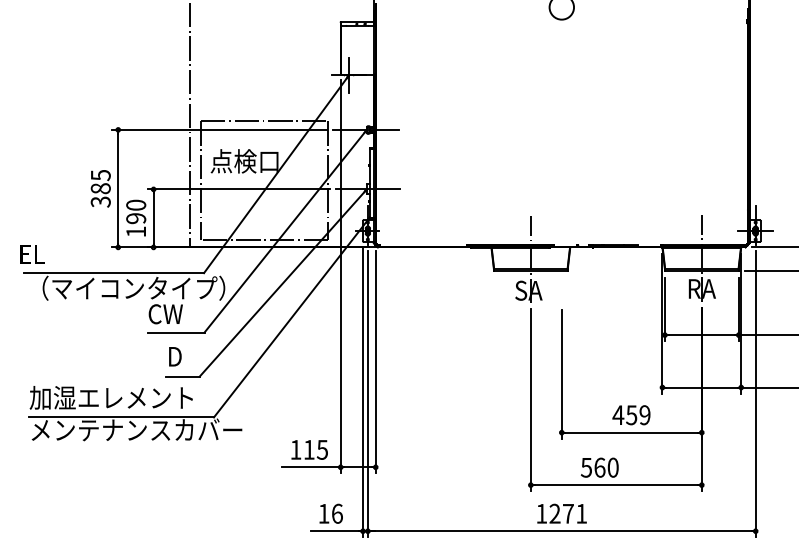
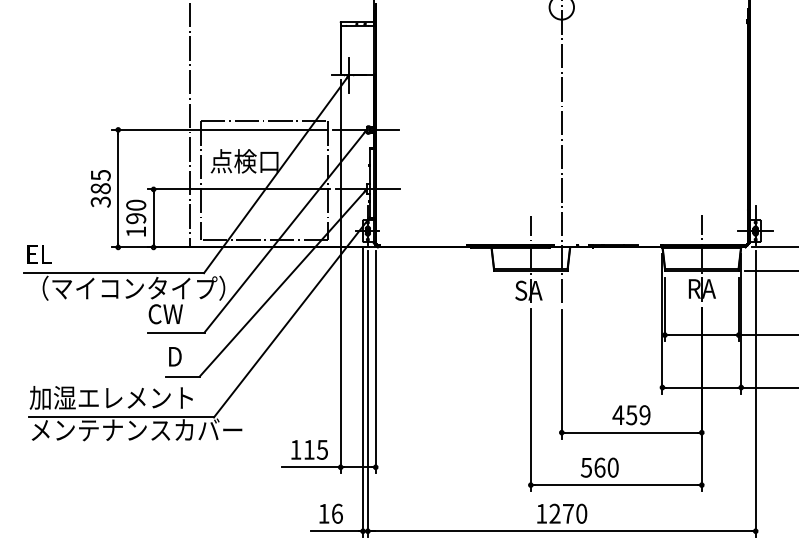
line at (561, 152): none -> present
text at (32, 254) position: (32, 254) -> (39, 254)
text at (581, 513): 1271 -> 1270
